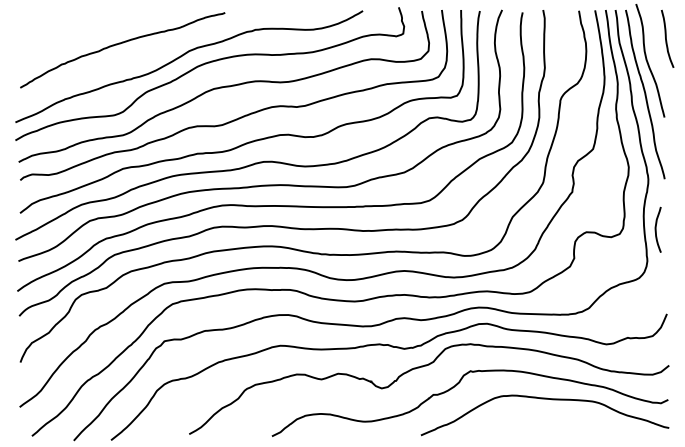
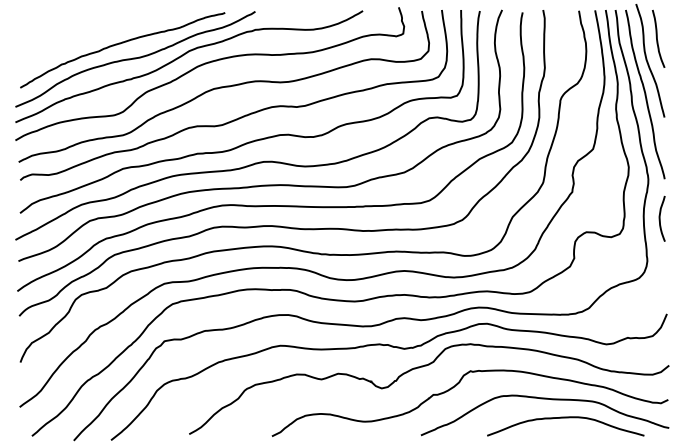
curve at (666, 38) position: (666, 38) -> (657, 38)
curve at (135, 59): none -> present
curve at (656, 229) position: (656, 229) -> (660, 218)
curve at (565, 418): none -> present
